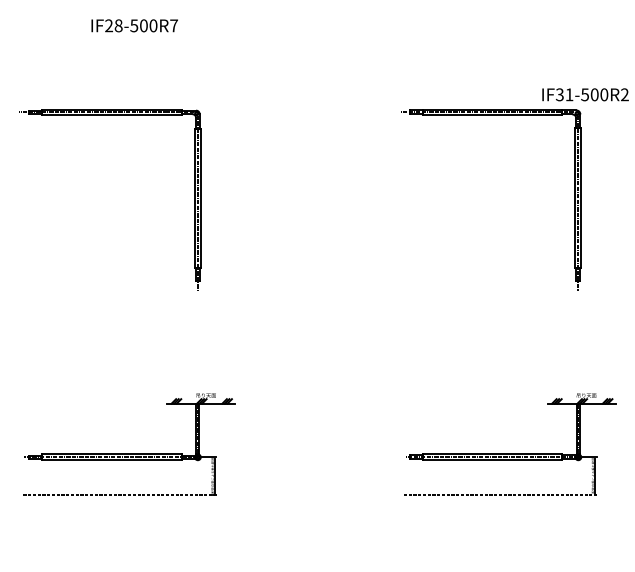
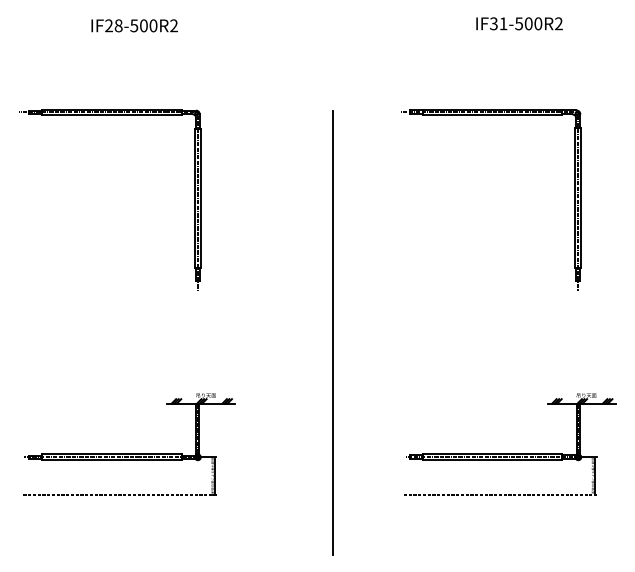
text at (173, 25): IF28-500R7 -> IF28-500R2
text at (585, 94) position: (585, 94) -> (519, 23)
line at (333, 332): none -> present
